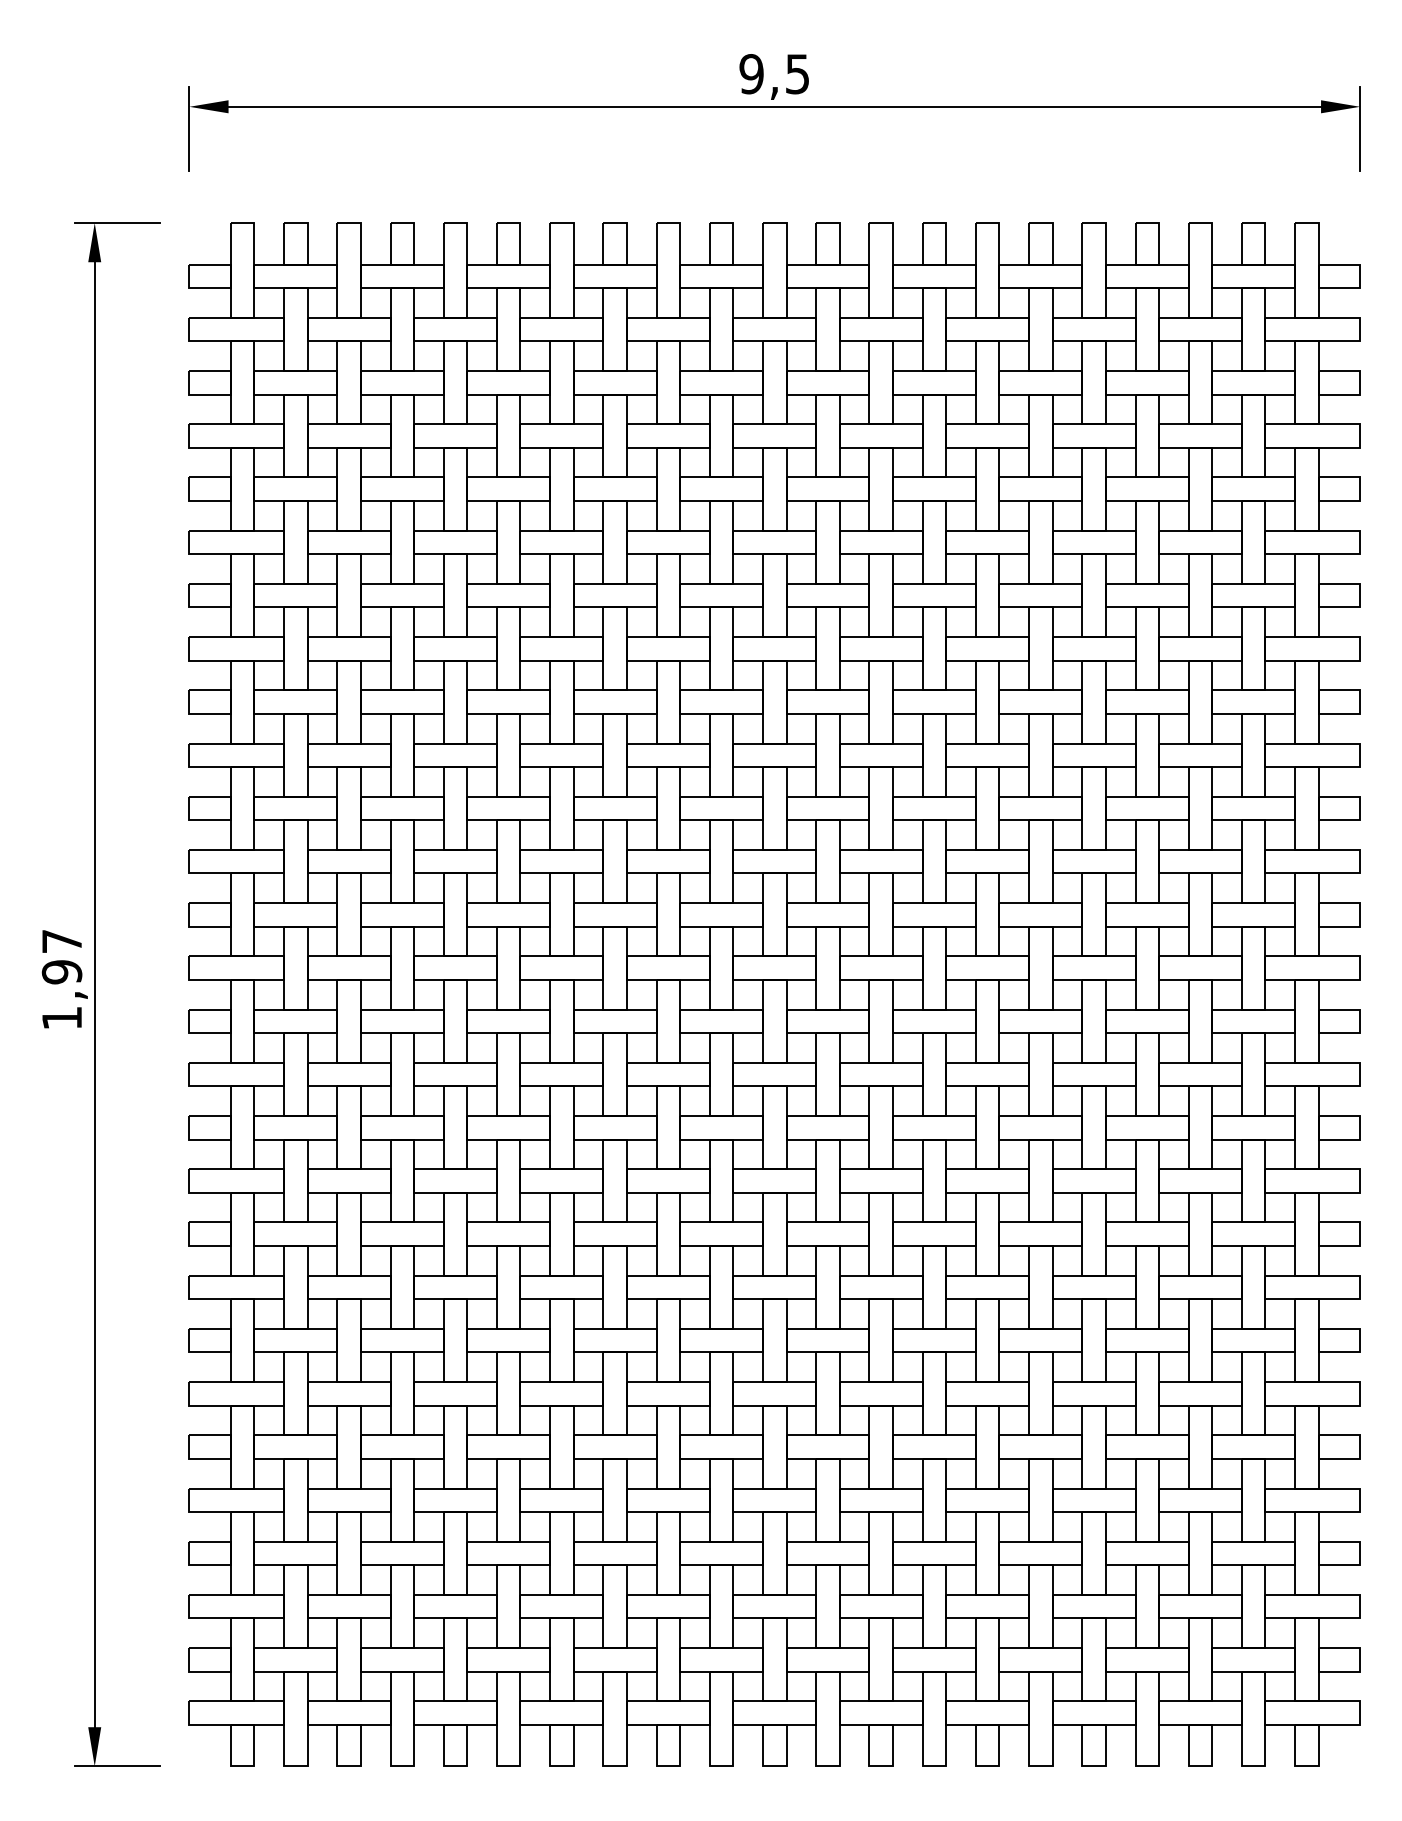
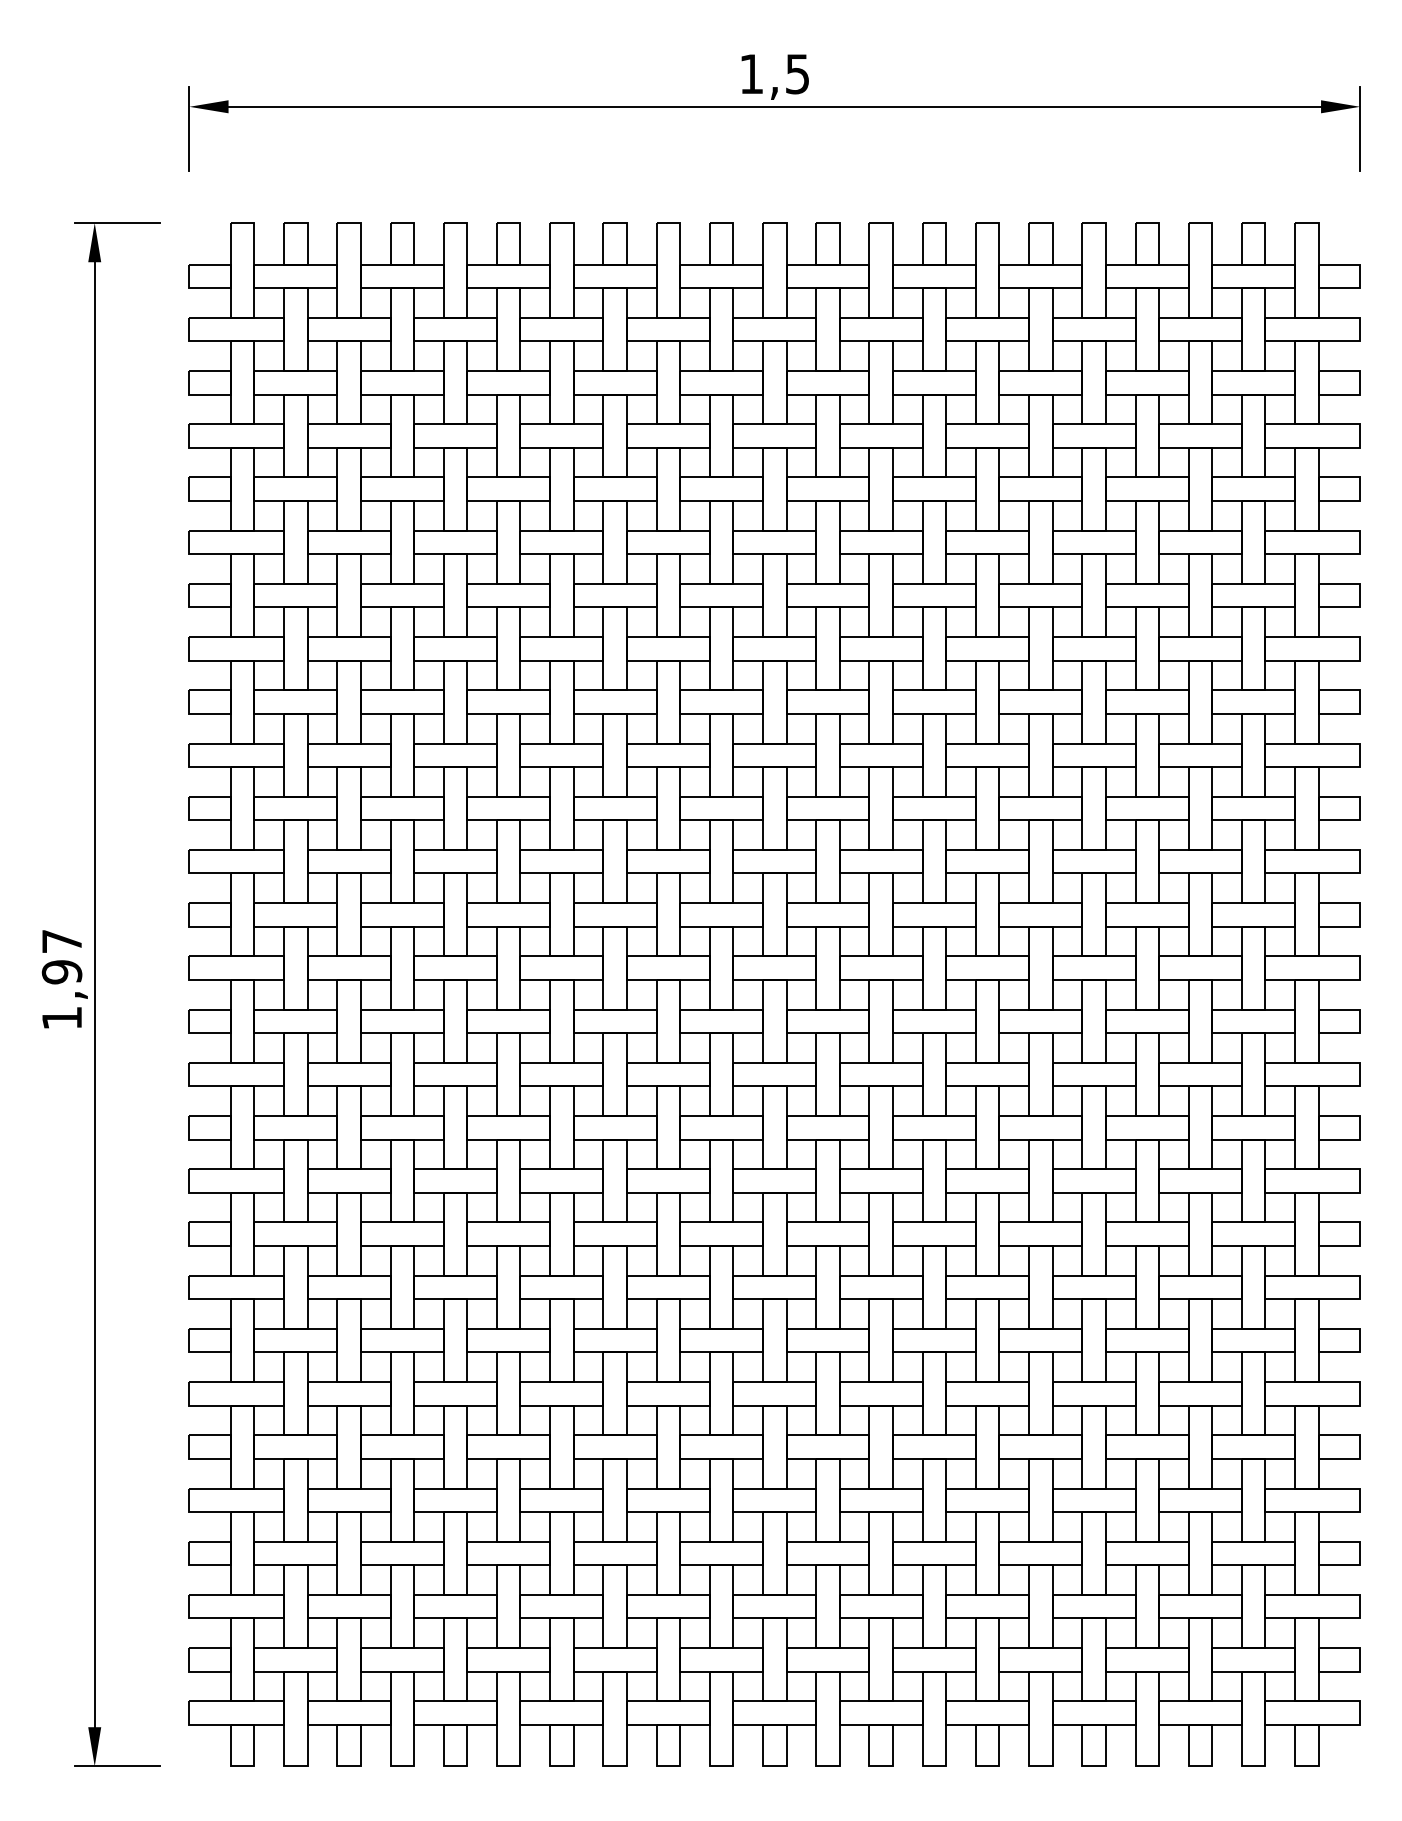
text at (751, 74): 9,5 -> 1,5
